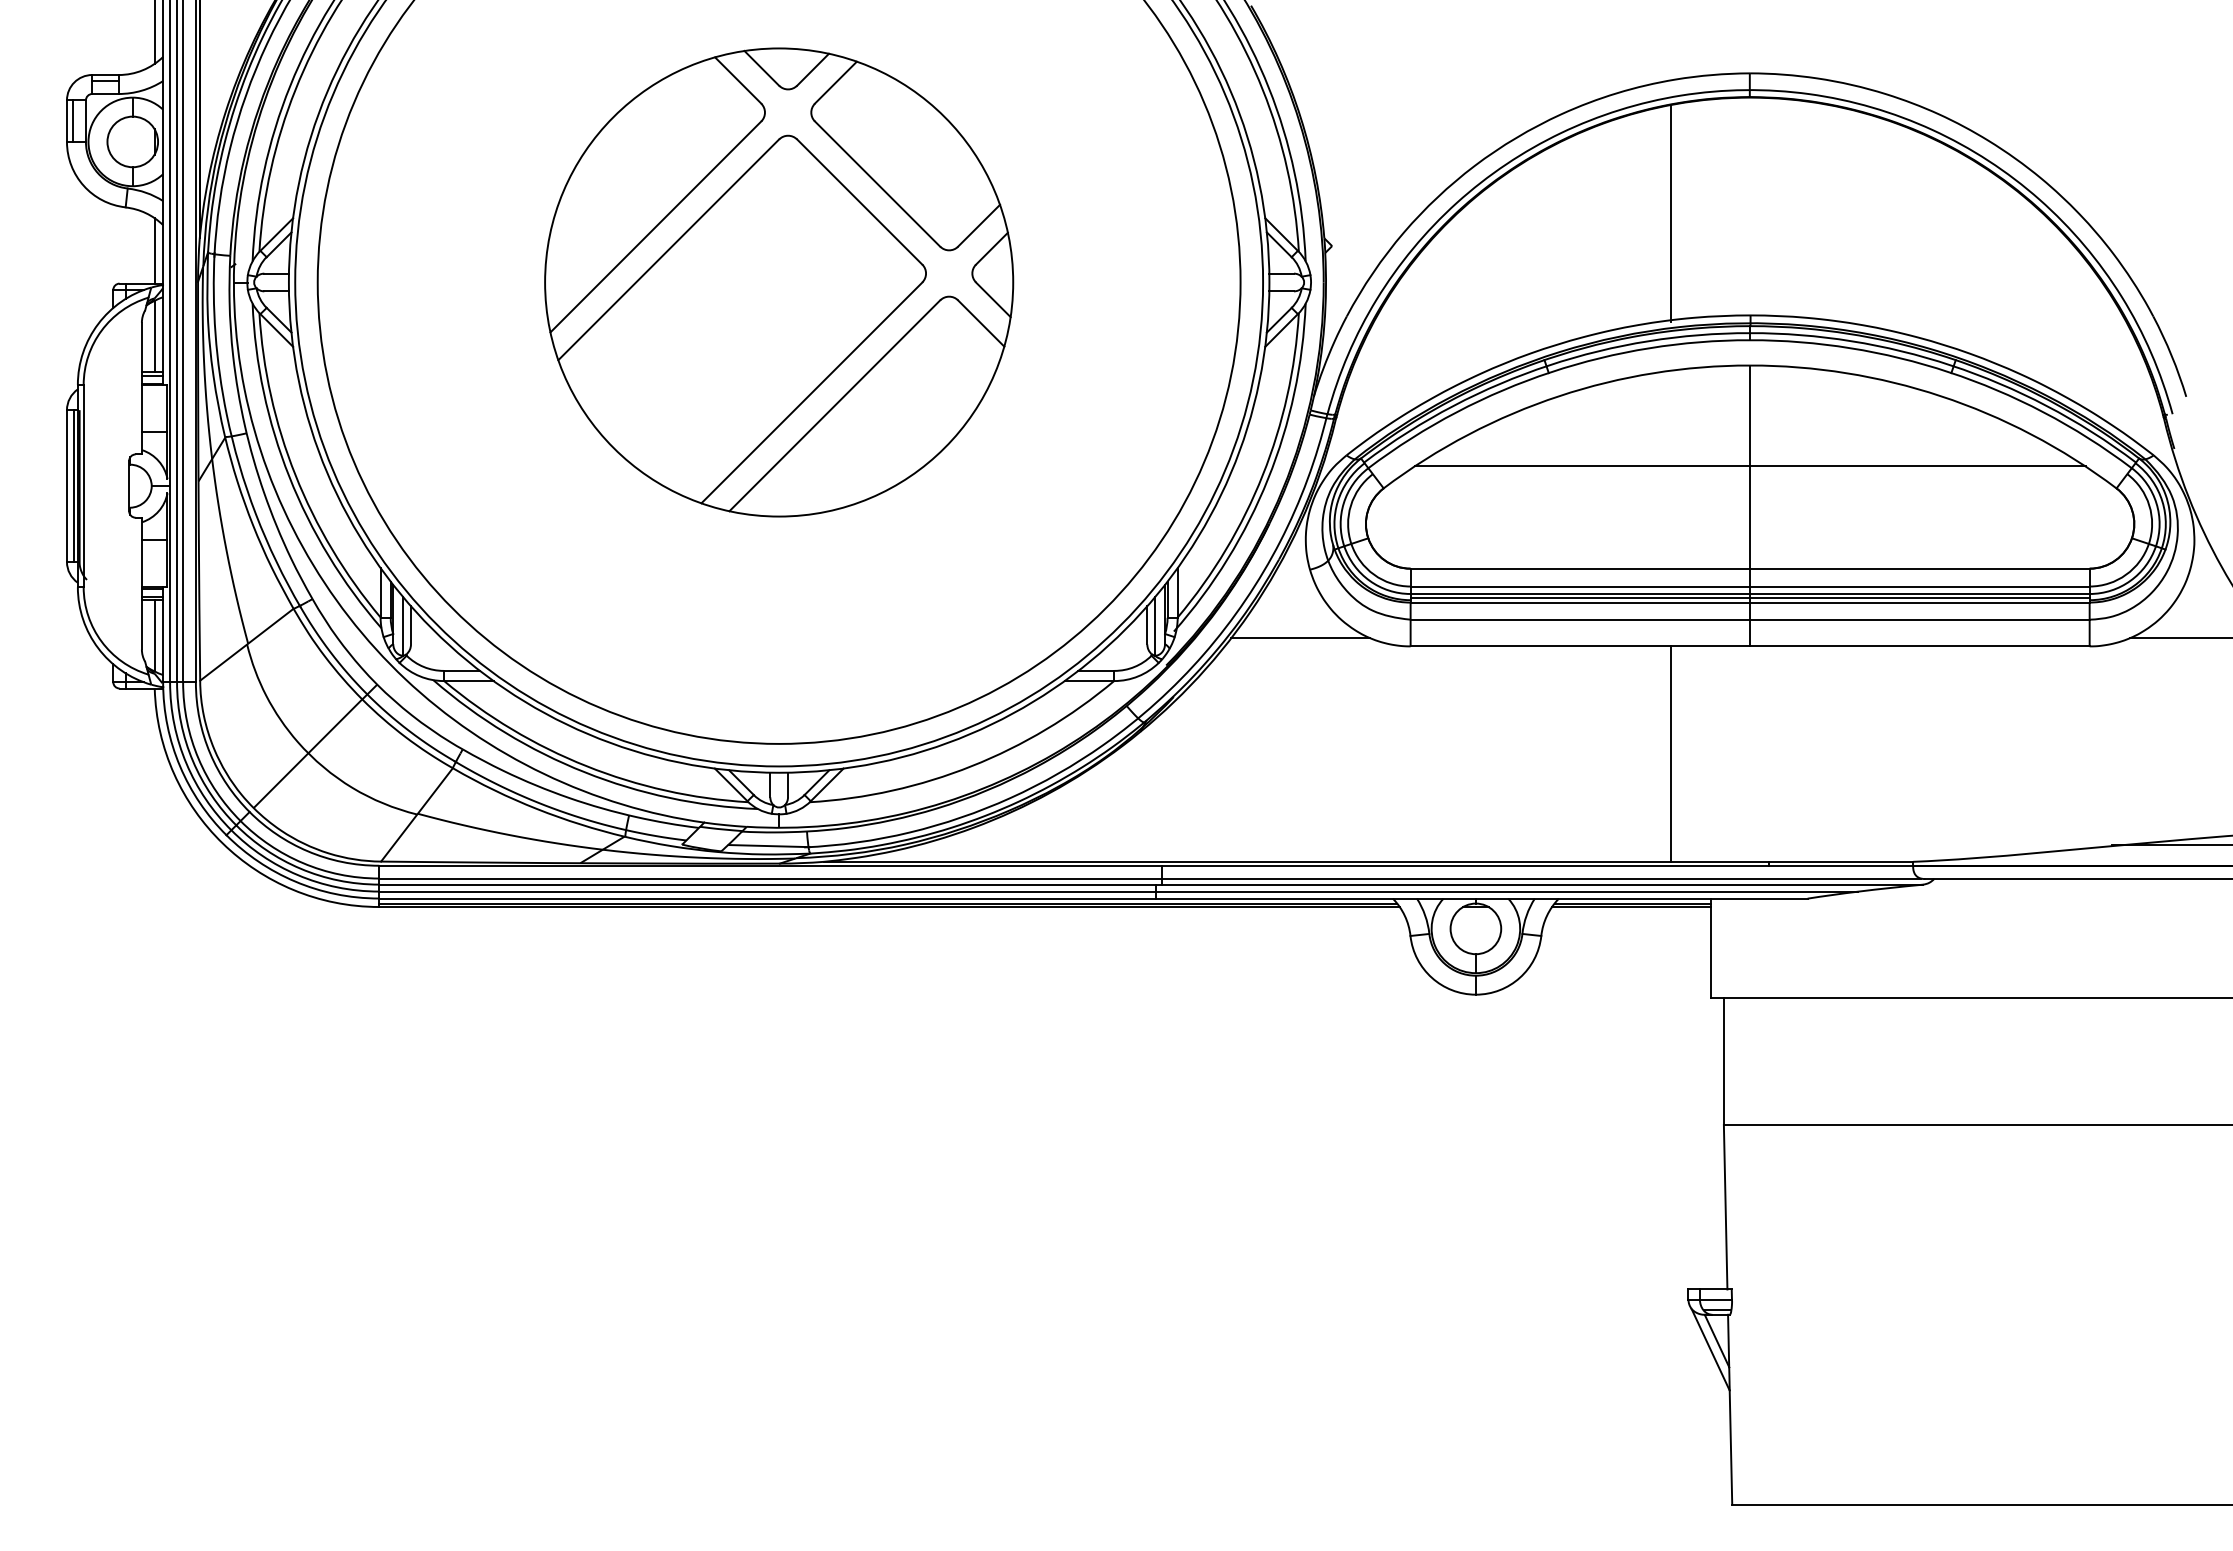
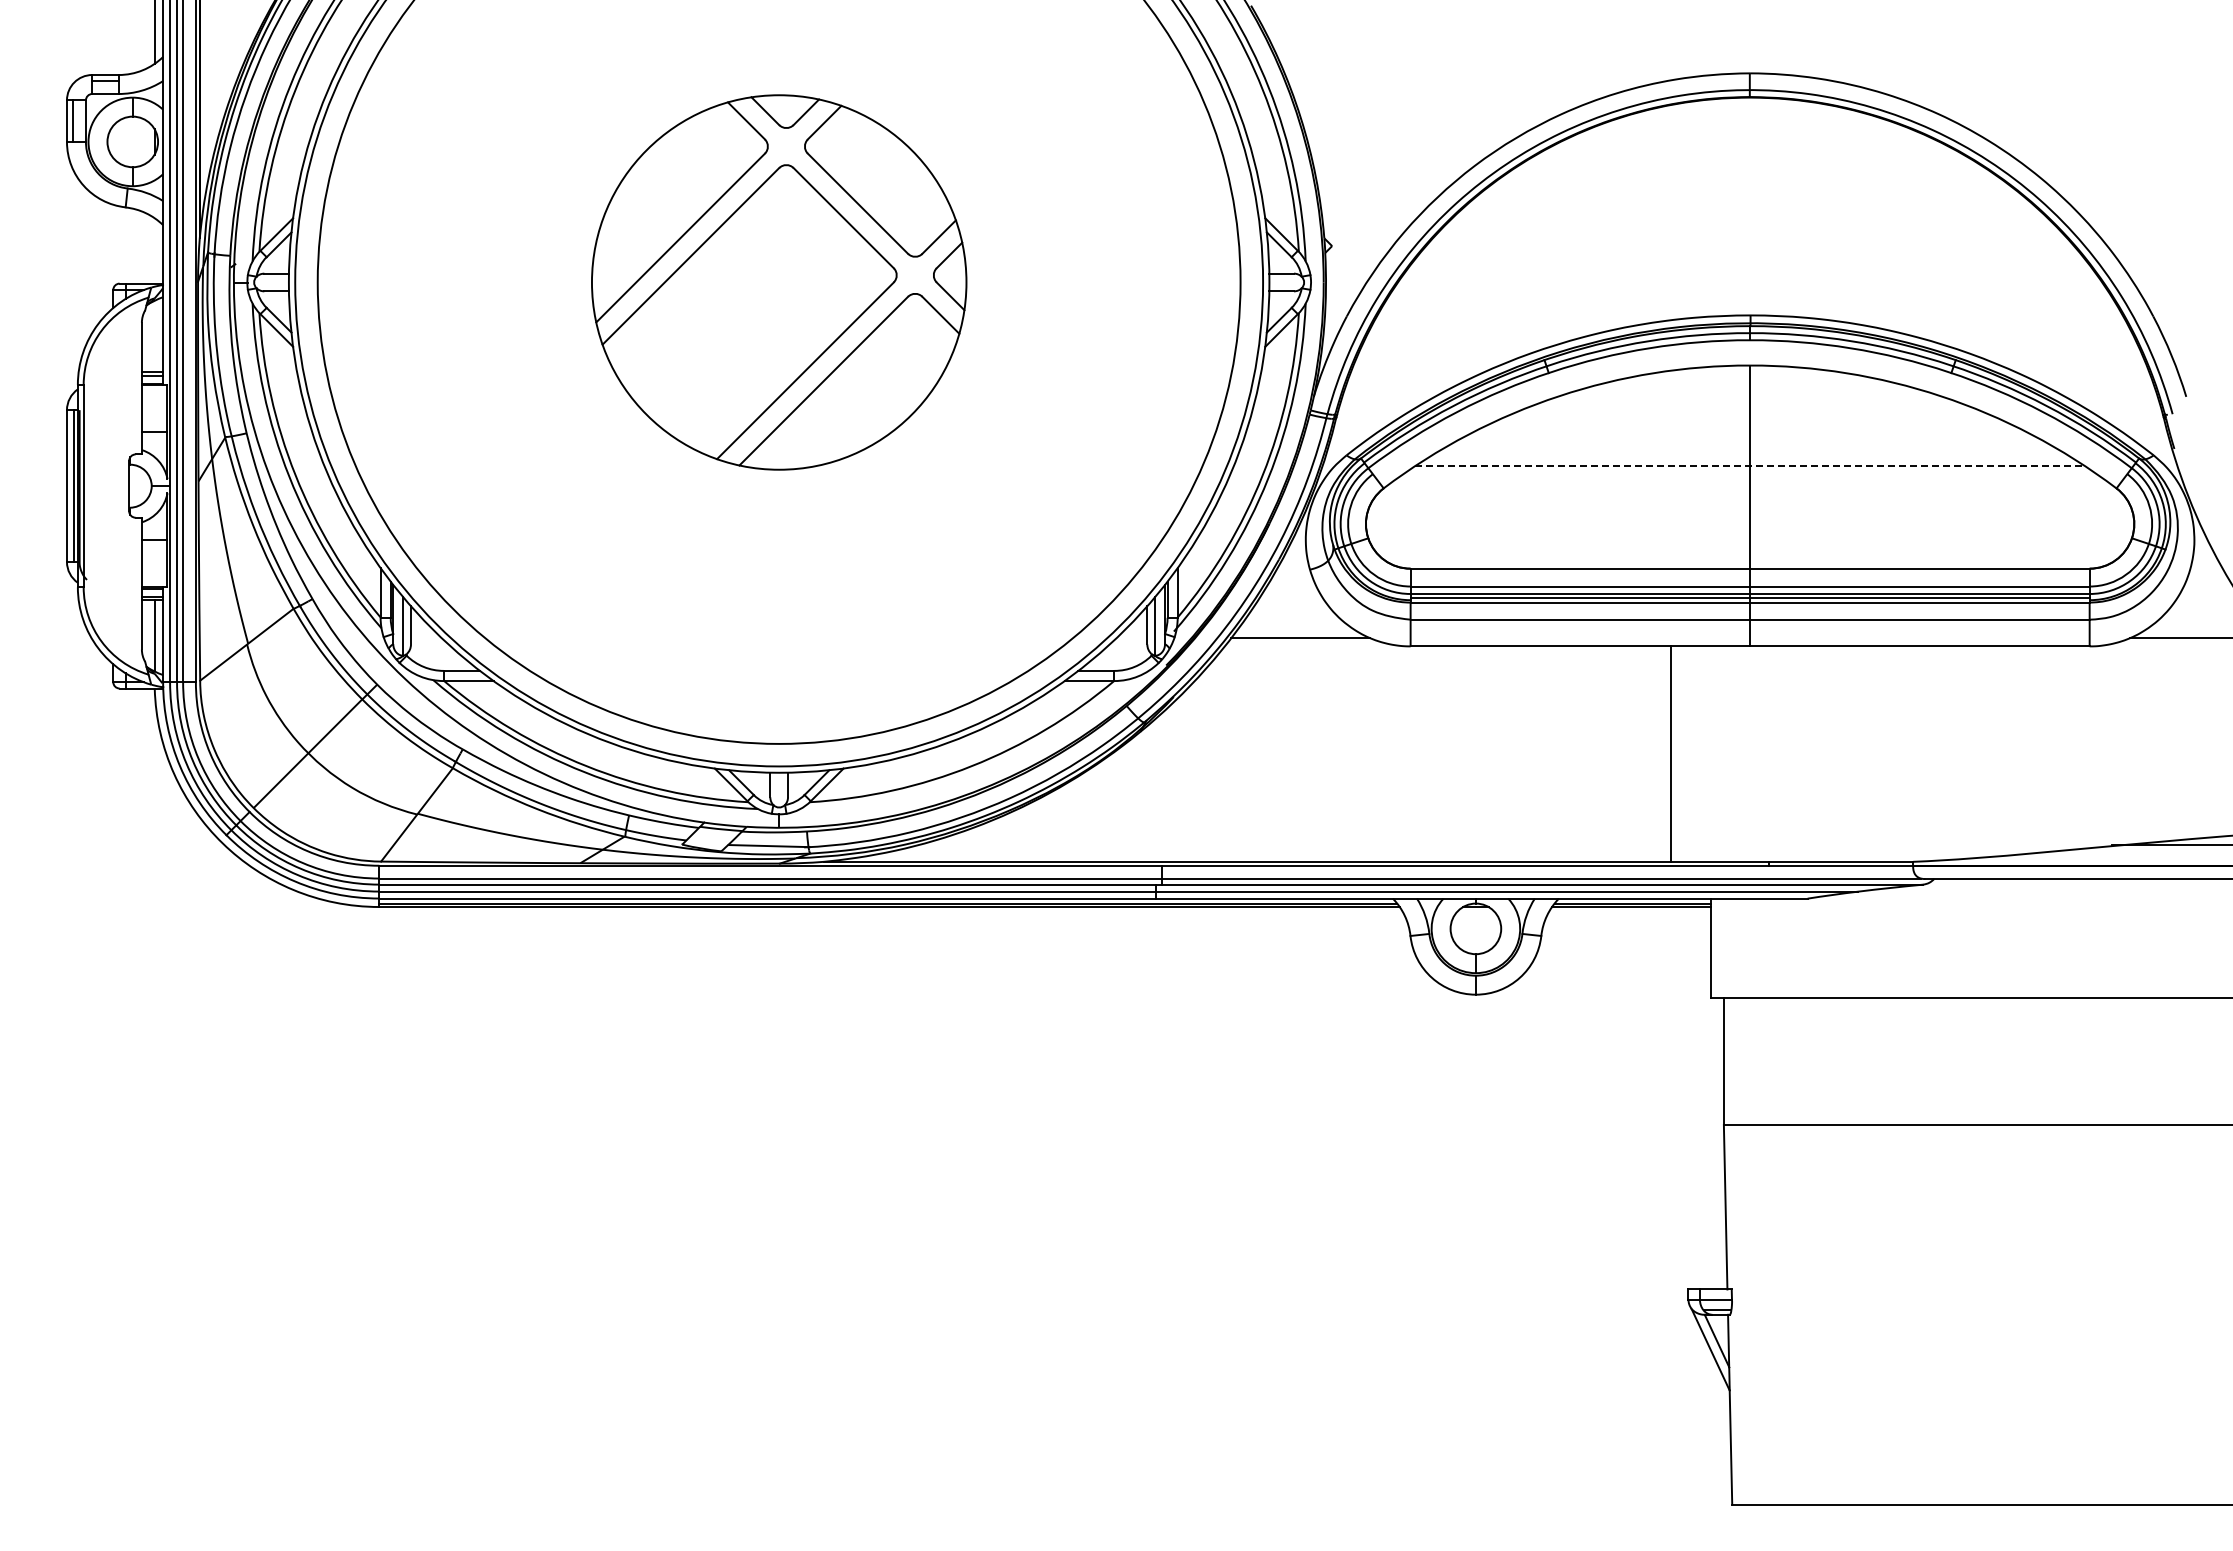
line at (1670, 213): present -> none
line at (154, 250): present -> none
part at (779, 282) size: 471x471 px -> 377x377 px
line at (154, 336): present -> none
line at (1750, 466): solid -> dashed
